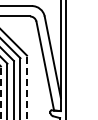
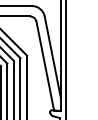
line at (27, 87): dashed -> solid
line at (0, 92): dashed -> solid
